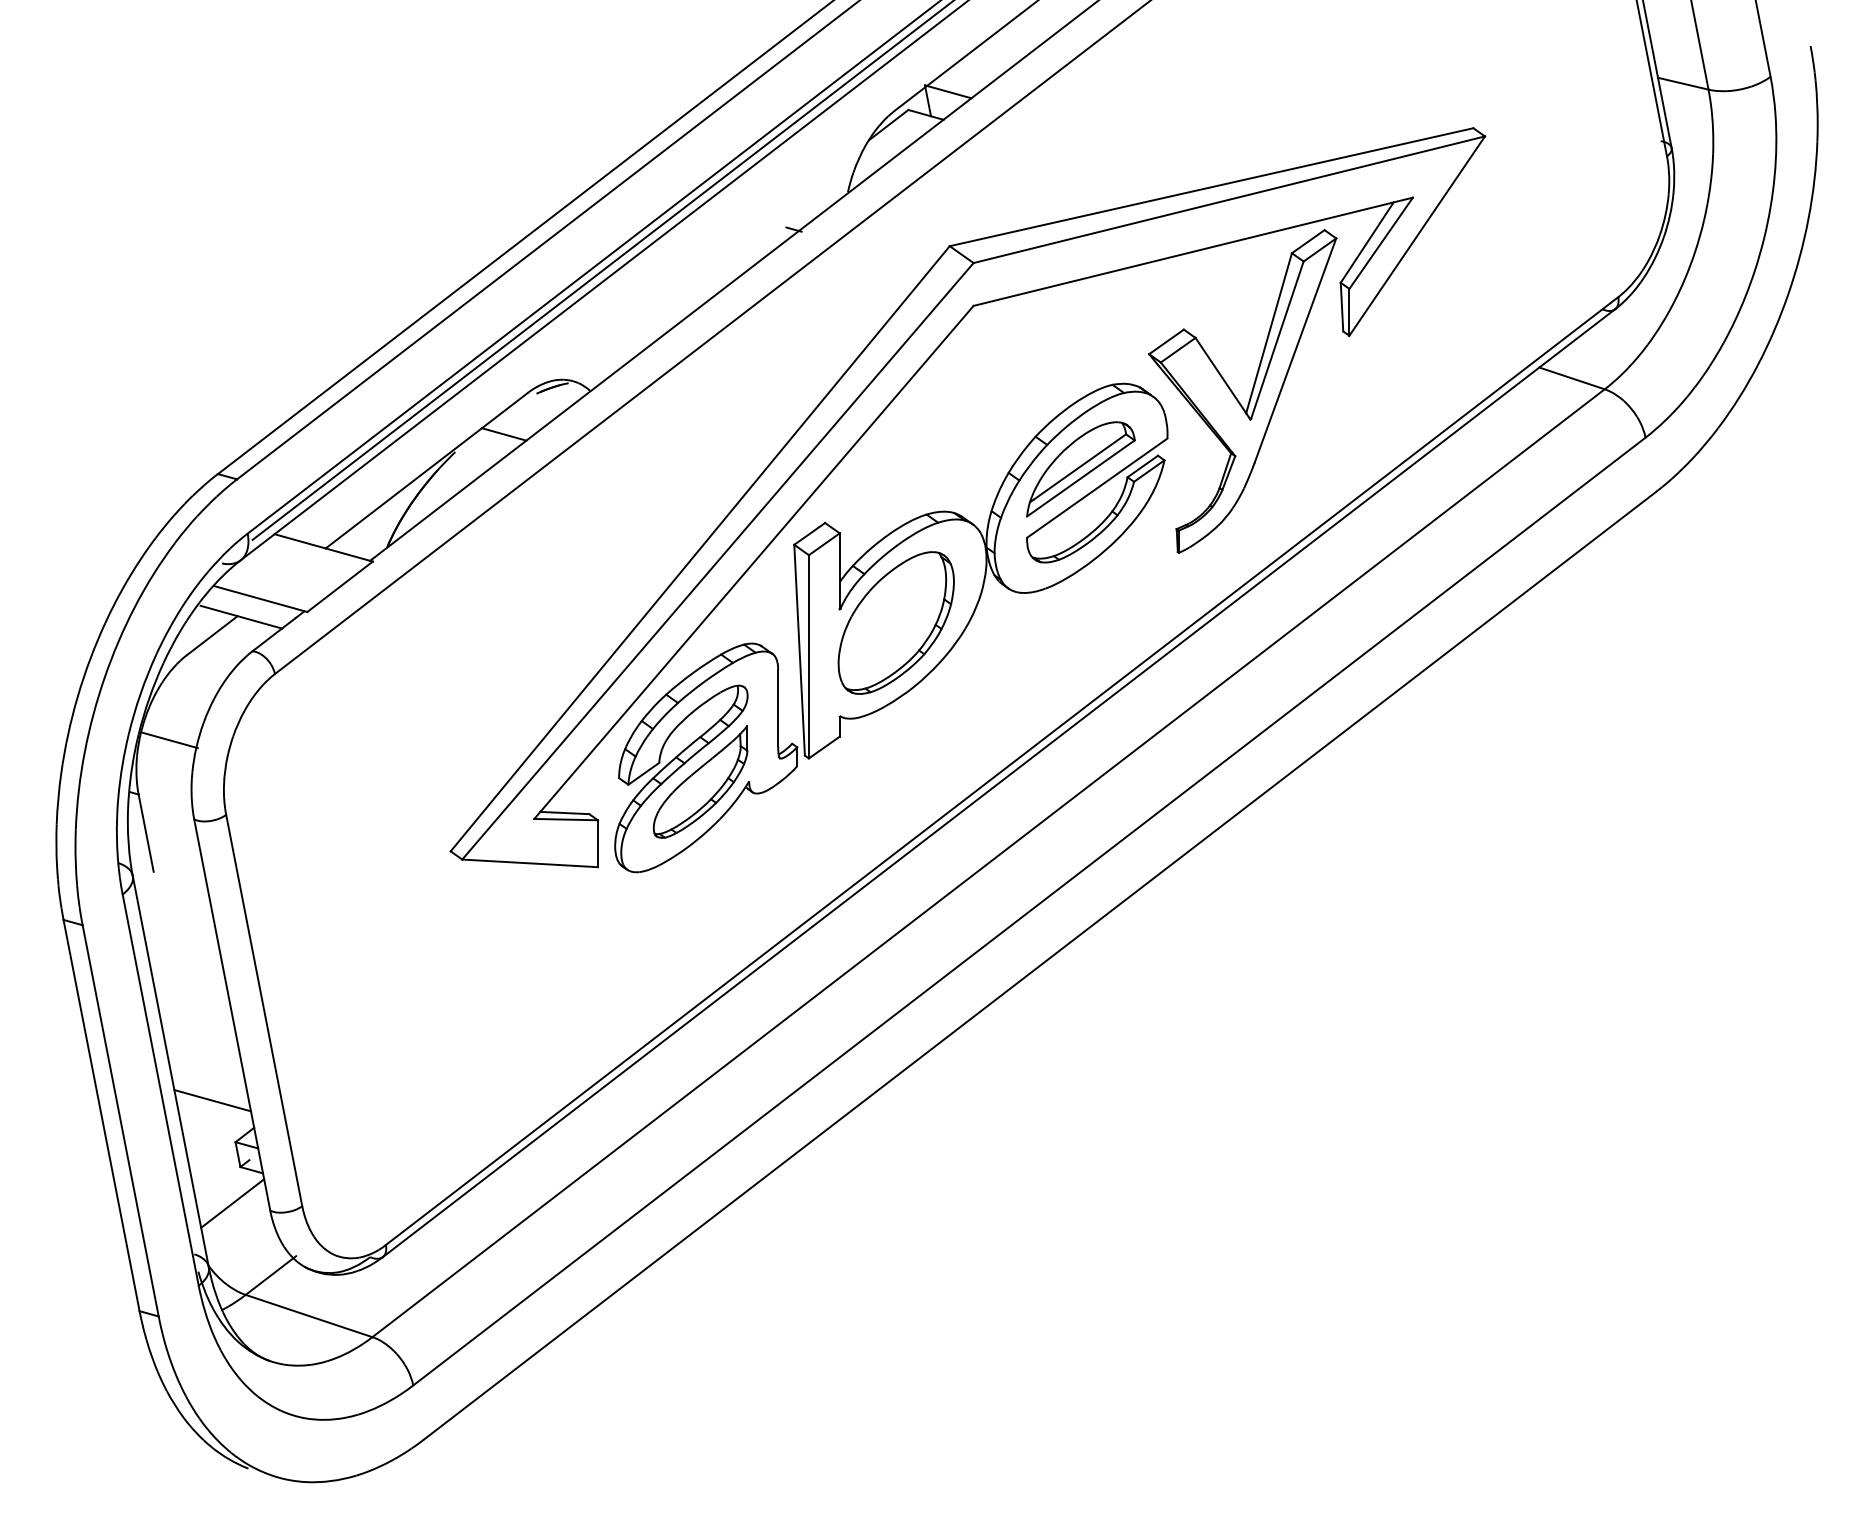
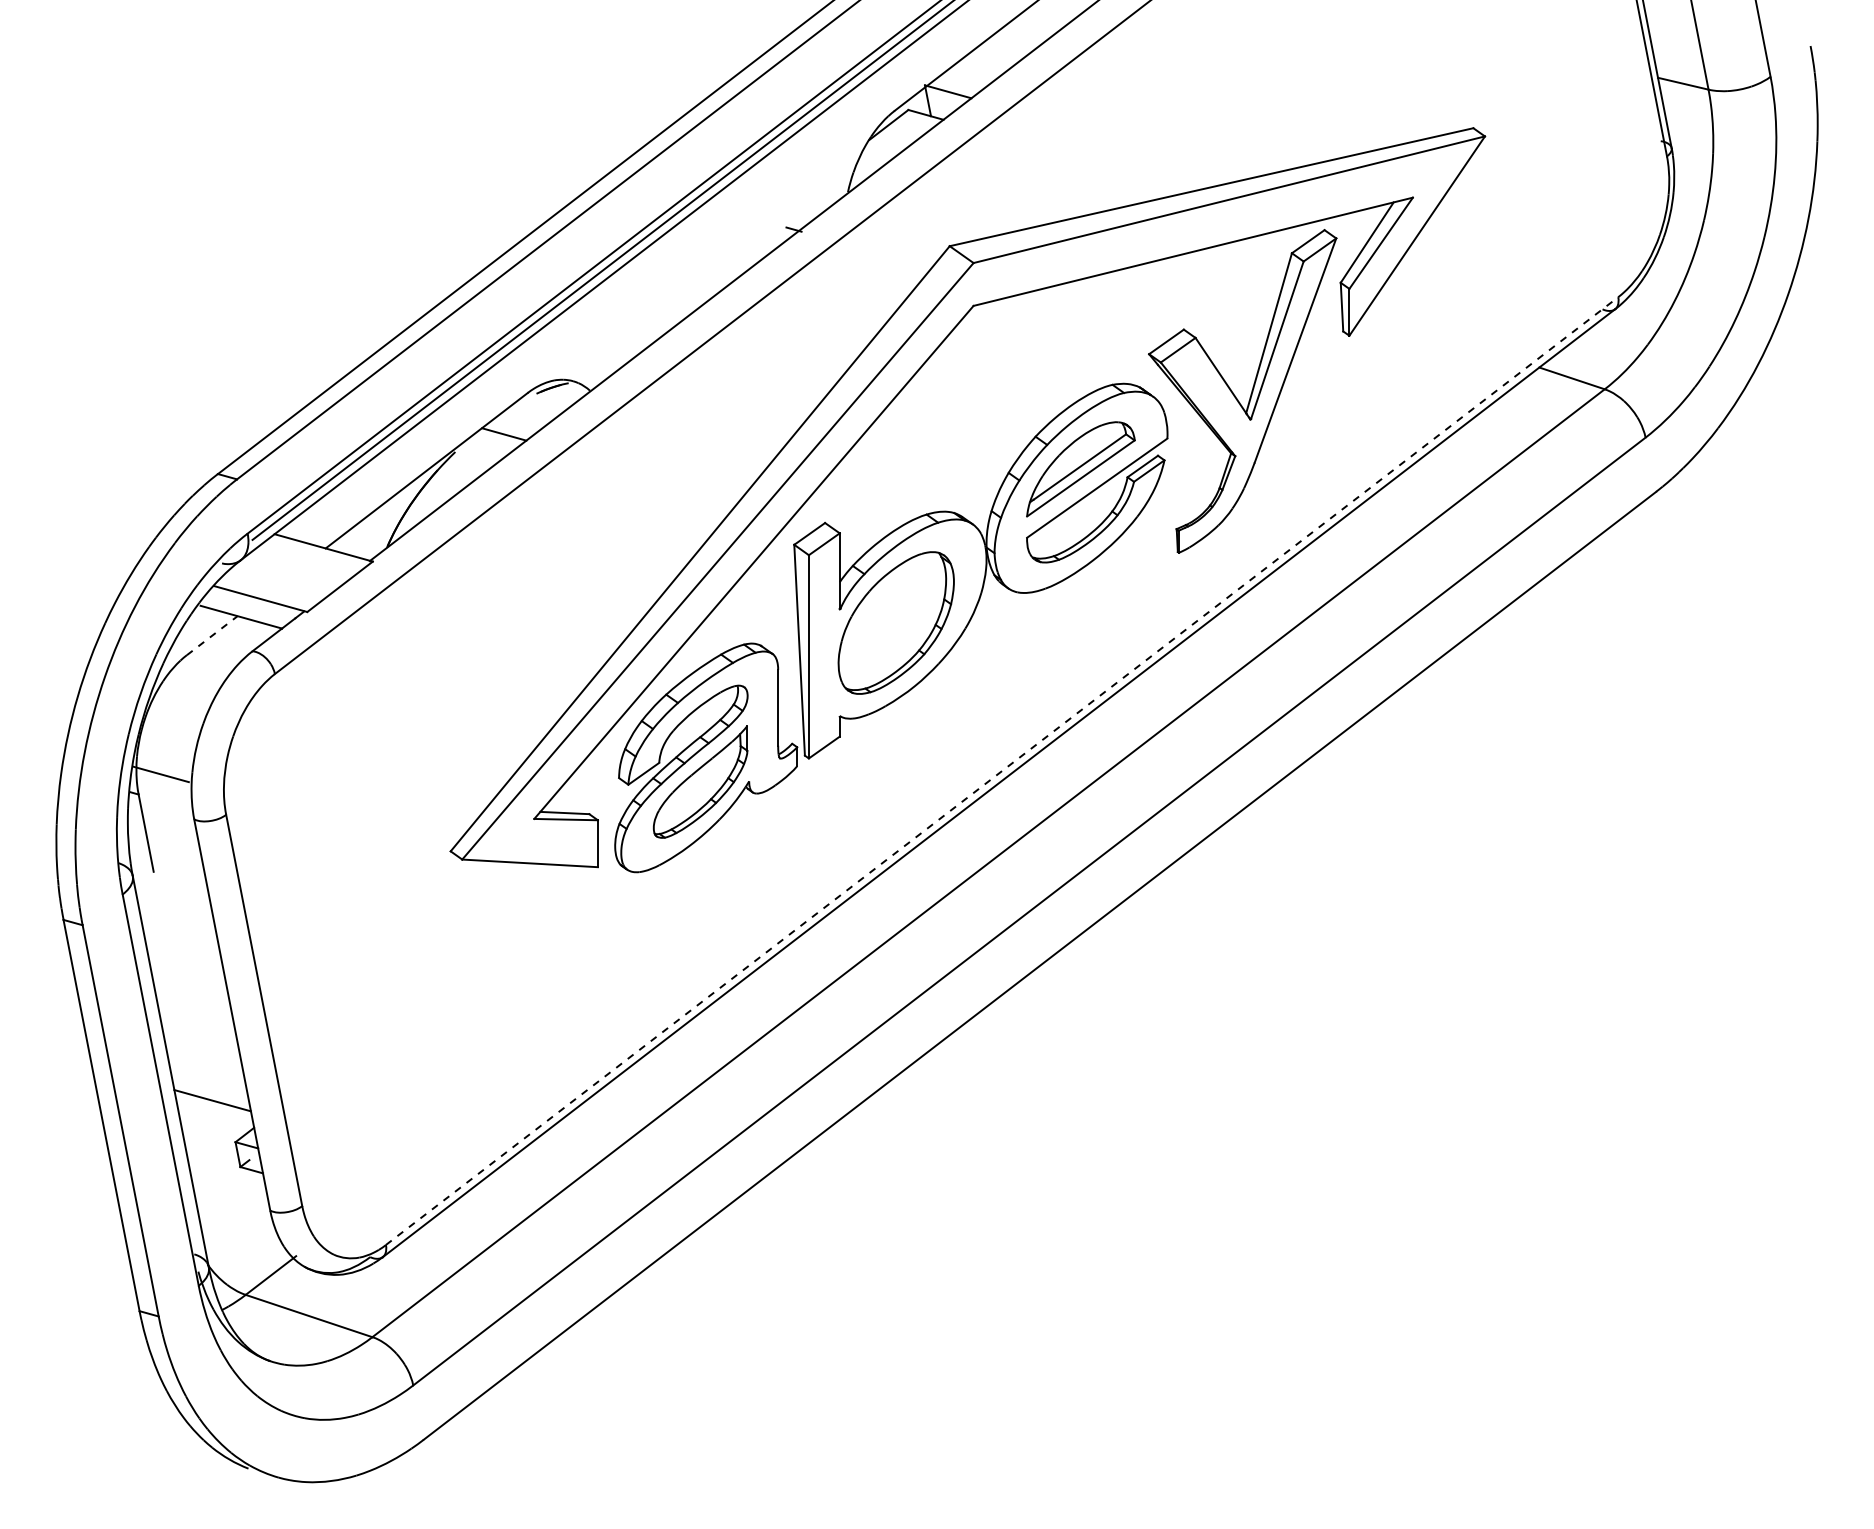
line at (212, 635): solid -> dashed
line at (169, 740) position: (169, 740) -> (160, 774)
line at (1002, 770): solid -> dashed
line at (232, 1203): present -> none
